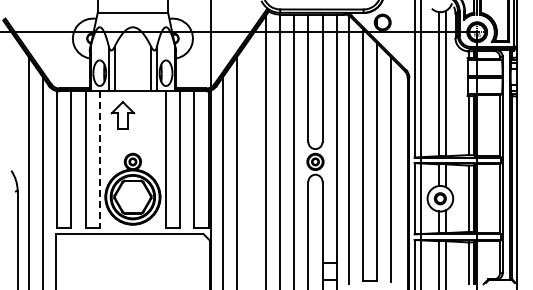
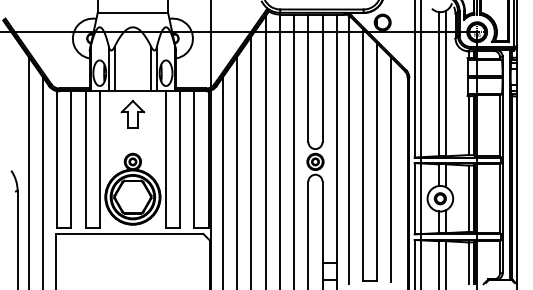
part at (122, 115) position: (122, 115) -> (132, 114)
line at (99, 160): dashed -> solid
line at (250, 161): none -> present
